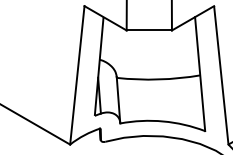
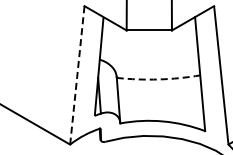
line at (77, 75): solid -> dashed
arc at (158, 79): solid -> dashed
